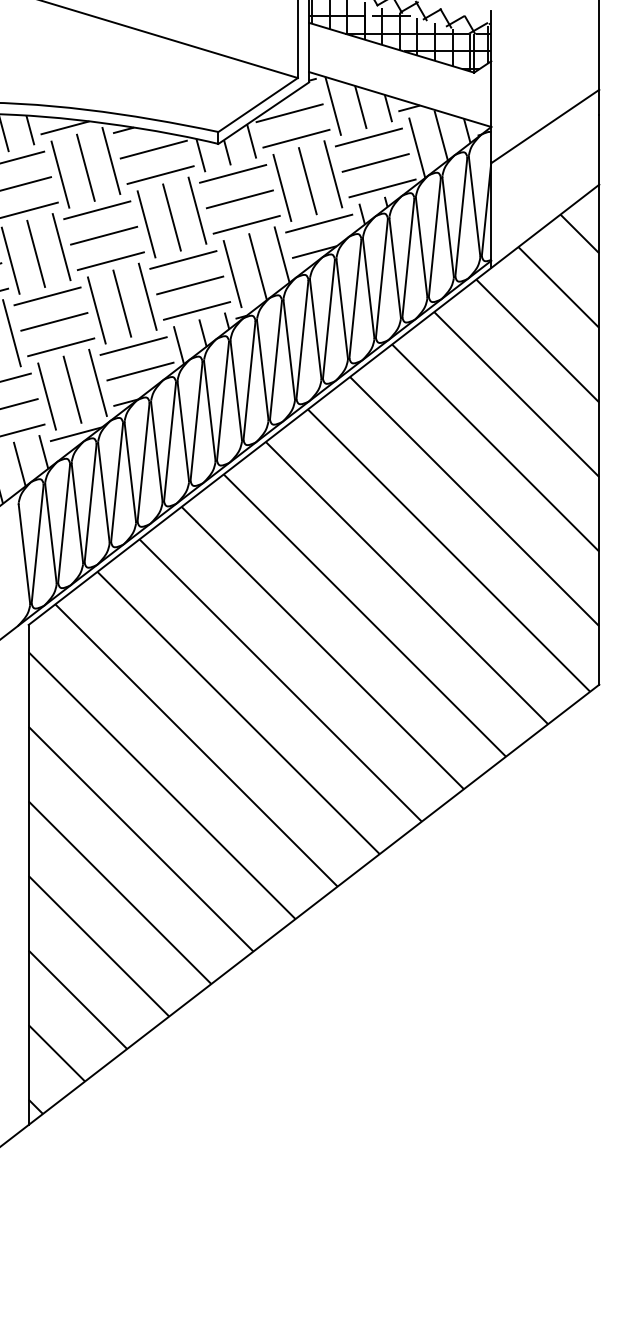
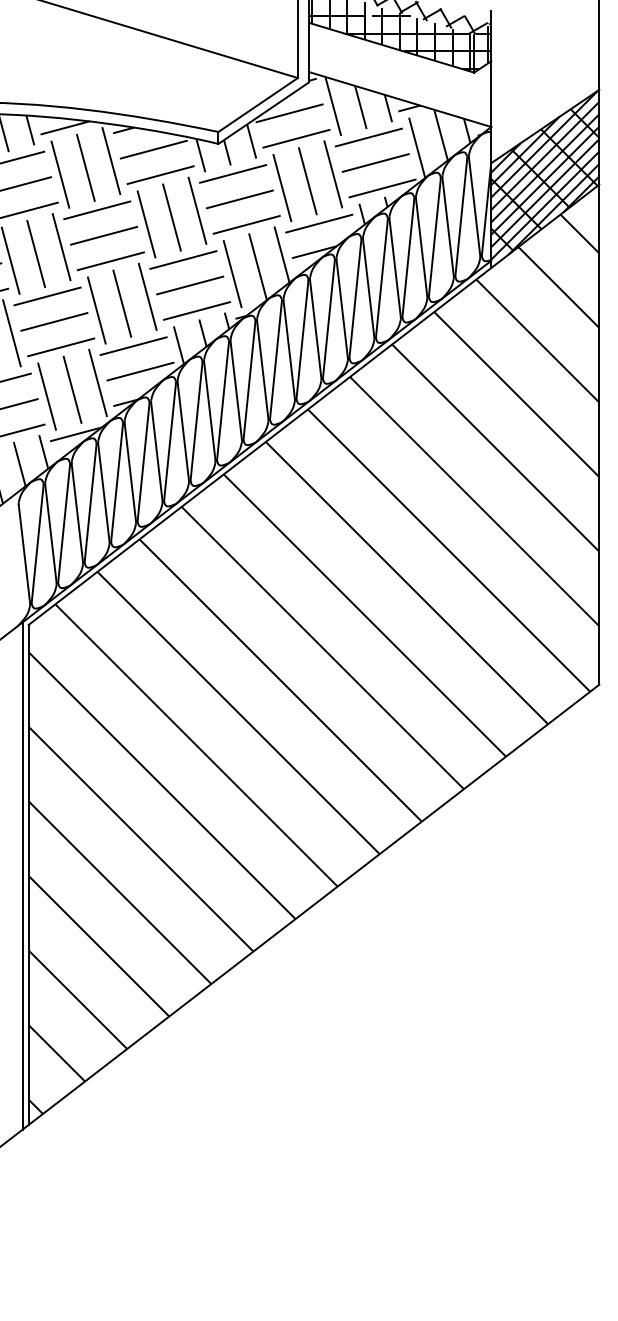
hatch at (545, 174): none -> present
line at (22, 875): none -> present
